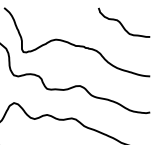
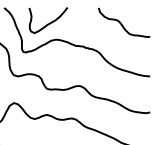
curve at (49, 22): none -> present
